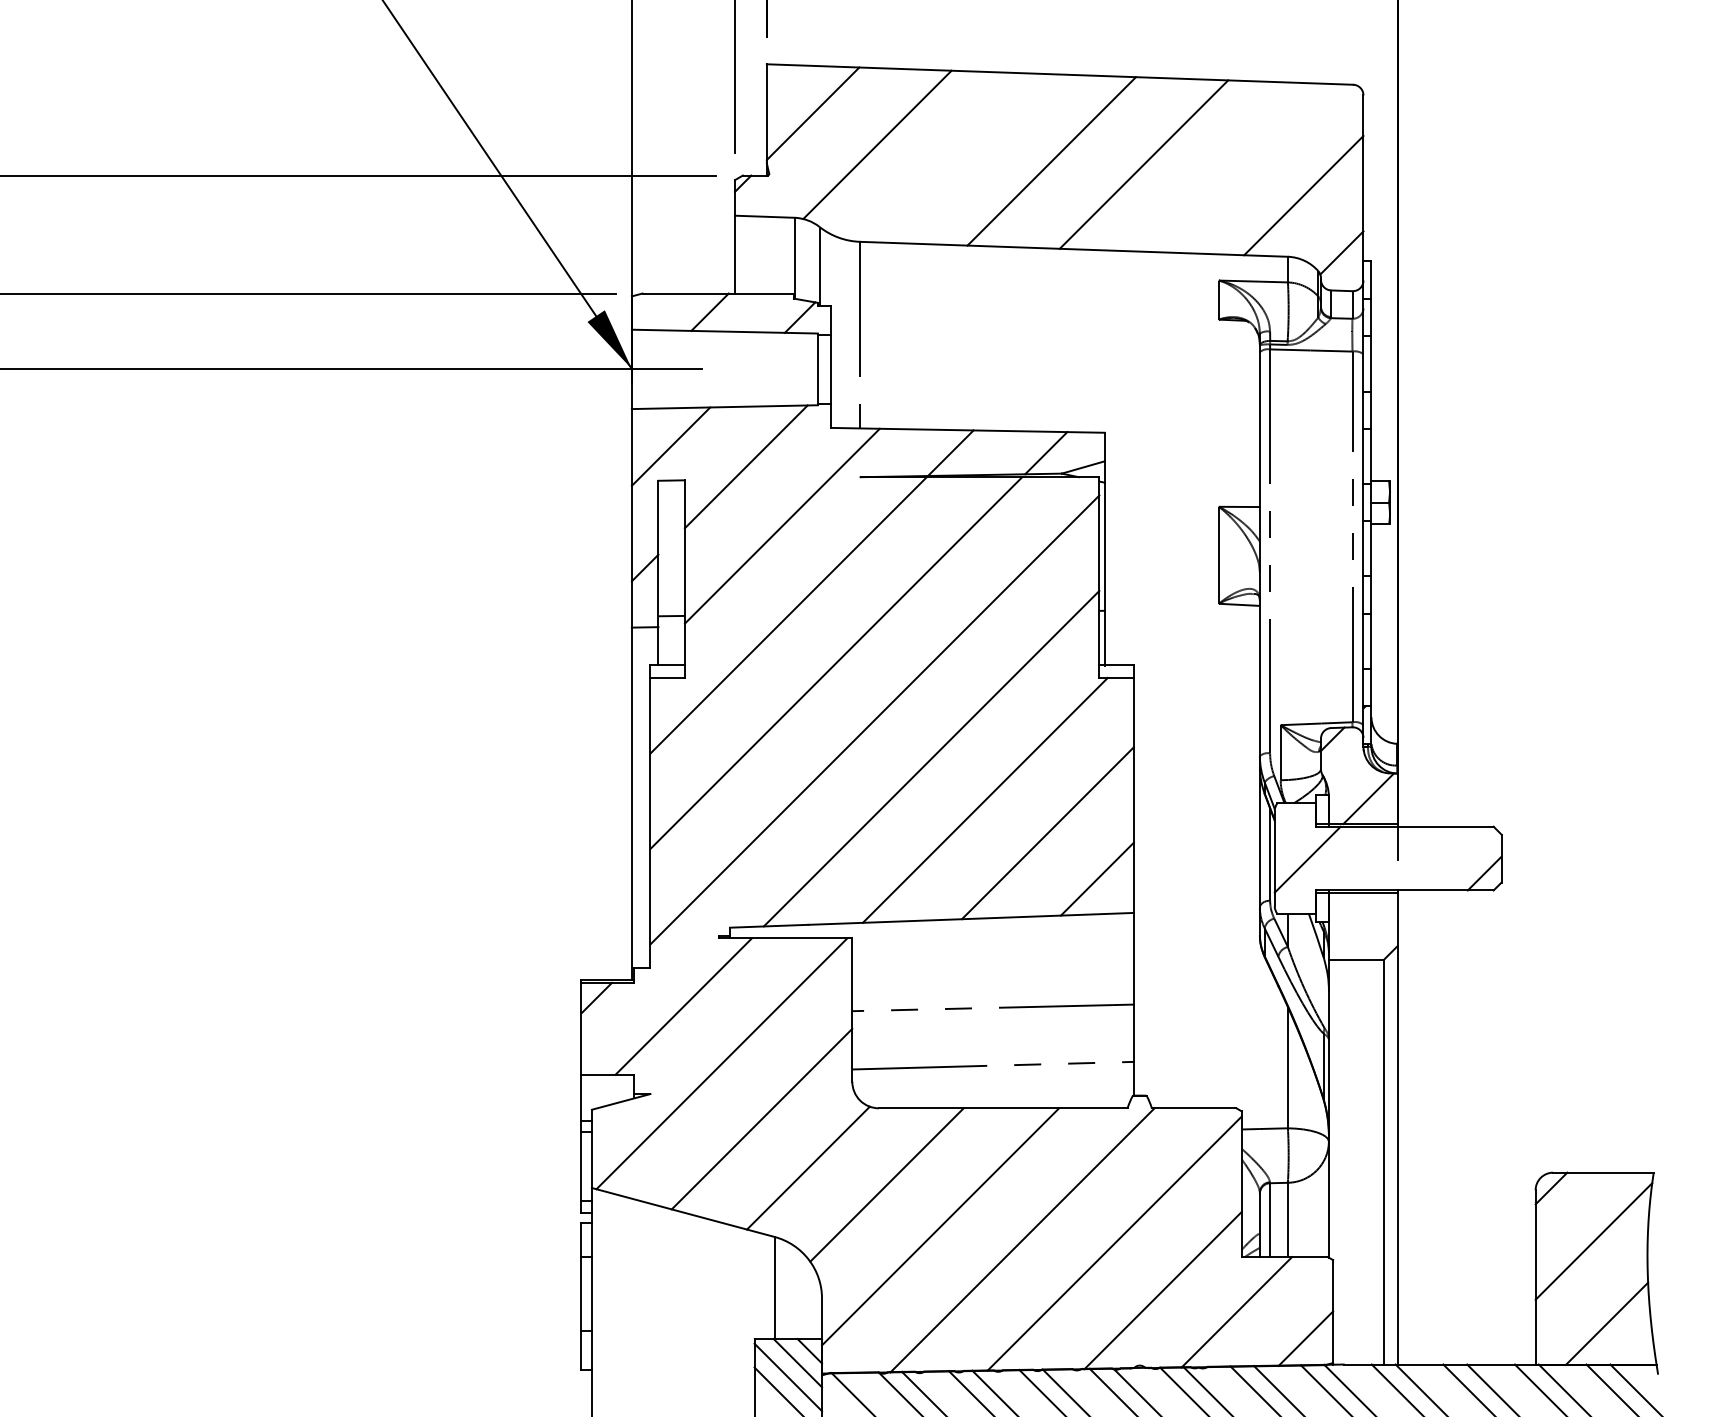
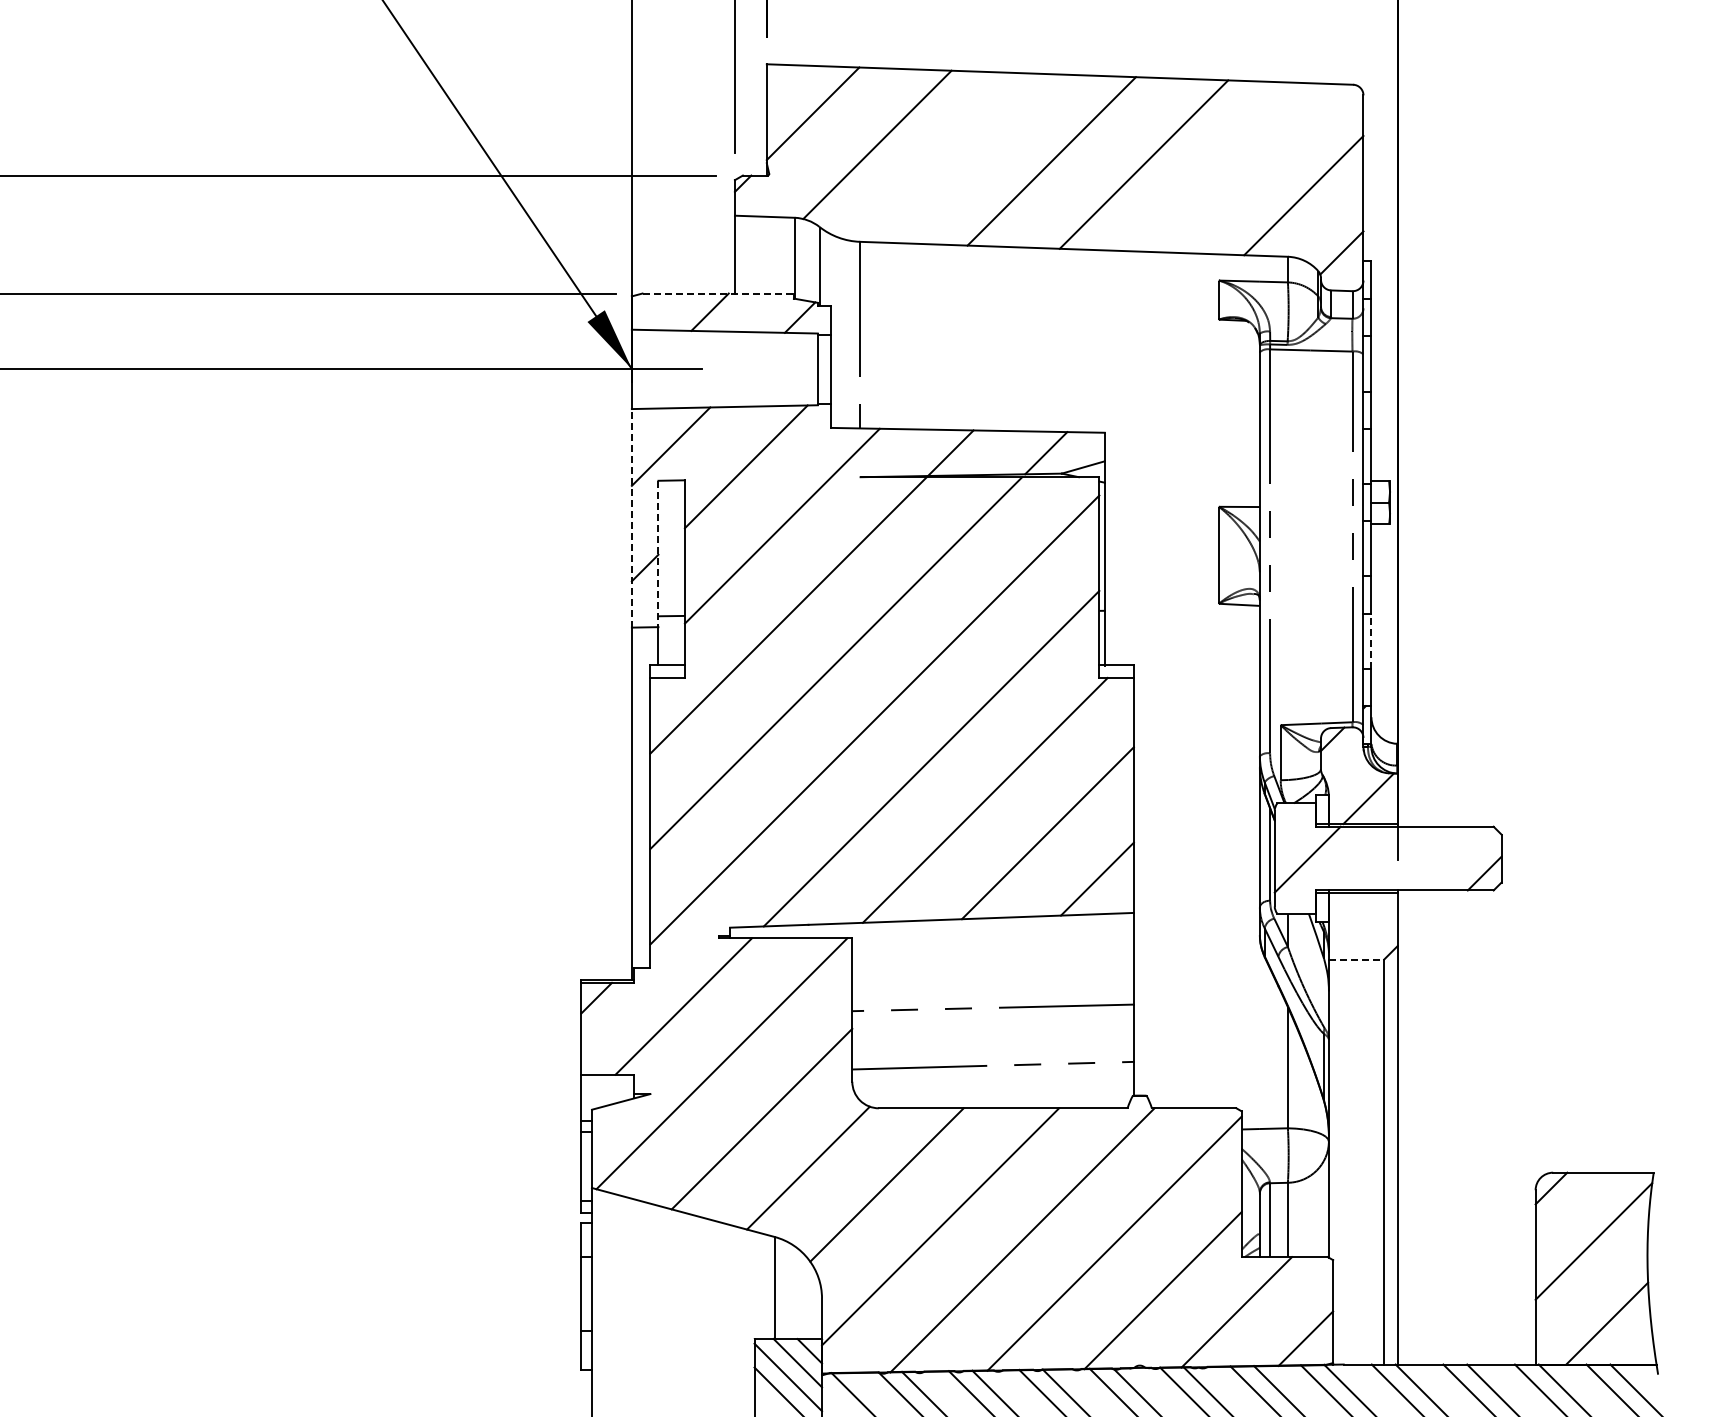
line at (718, 293): solid -> dashed
line at (631, 517): solid -> dashed
line at (658, 554): solid -> dashed
line at (1371, 641): solid -> dashed
line at (1356, 959): solid -> dashed
